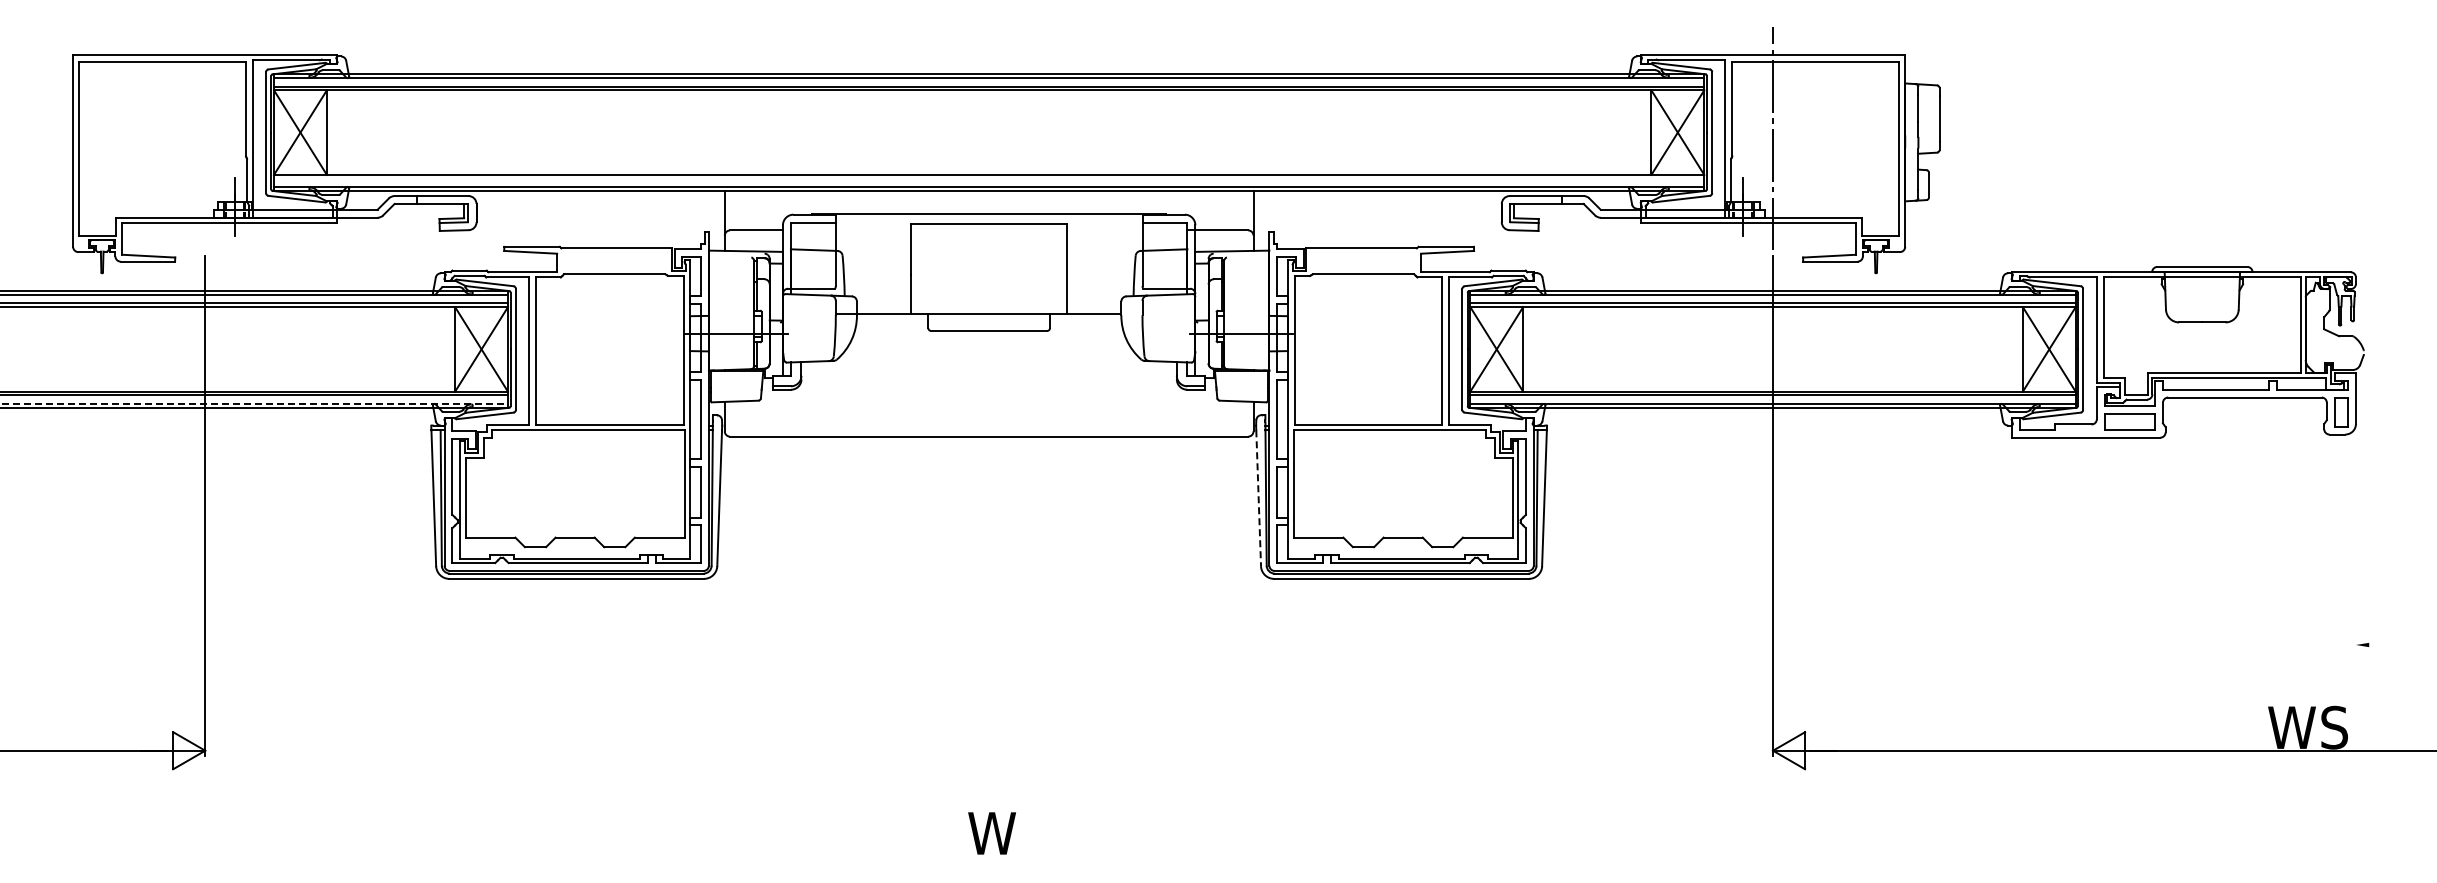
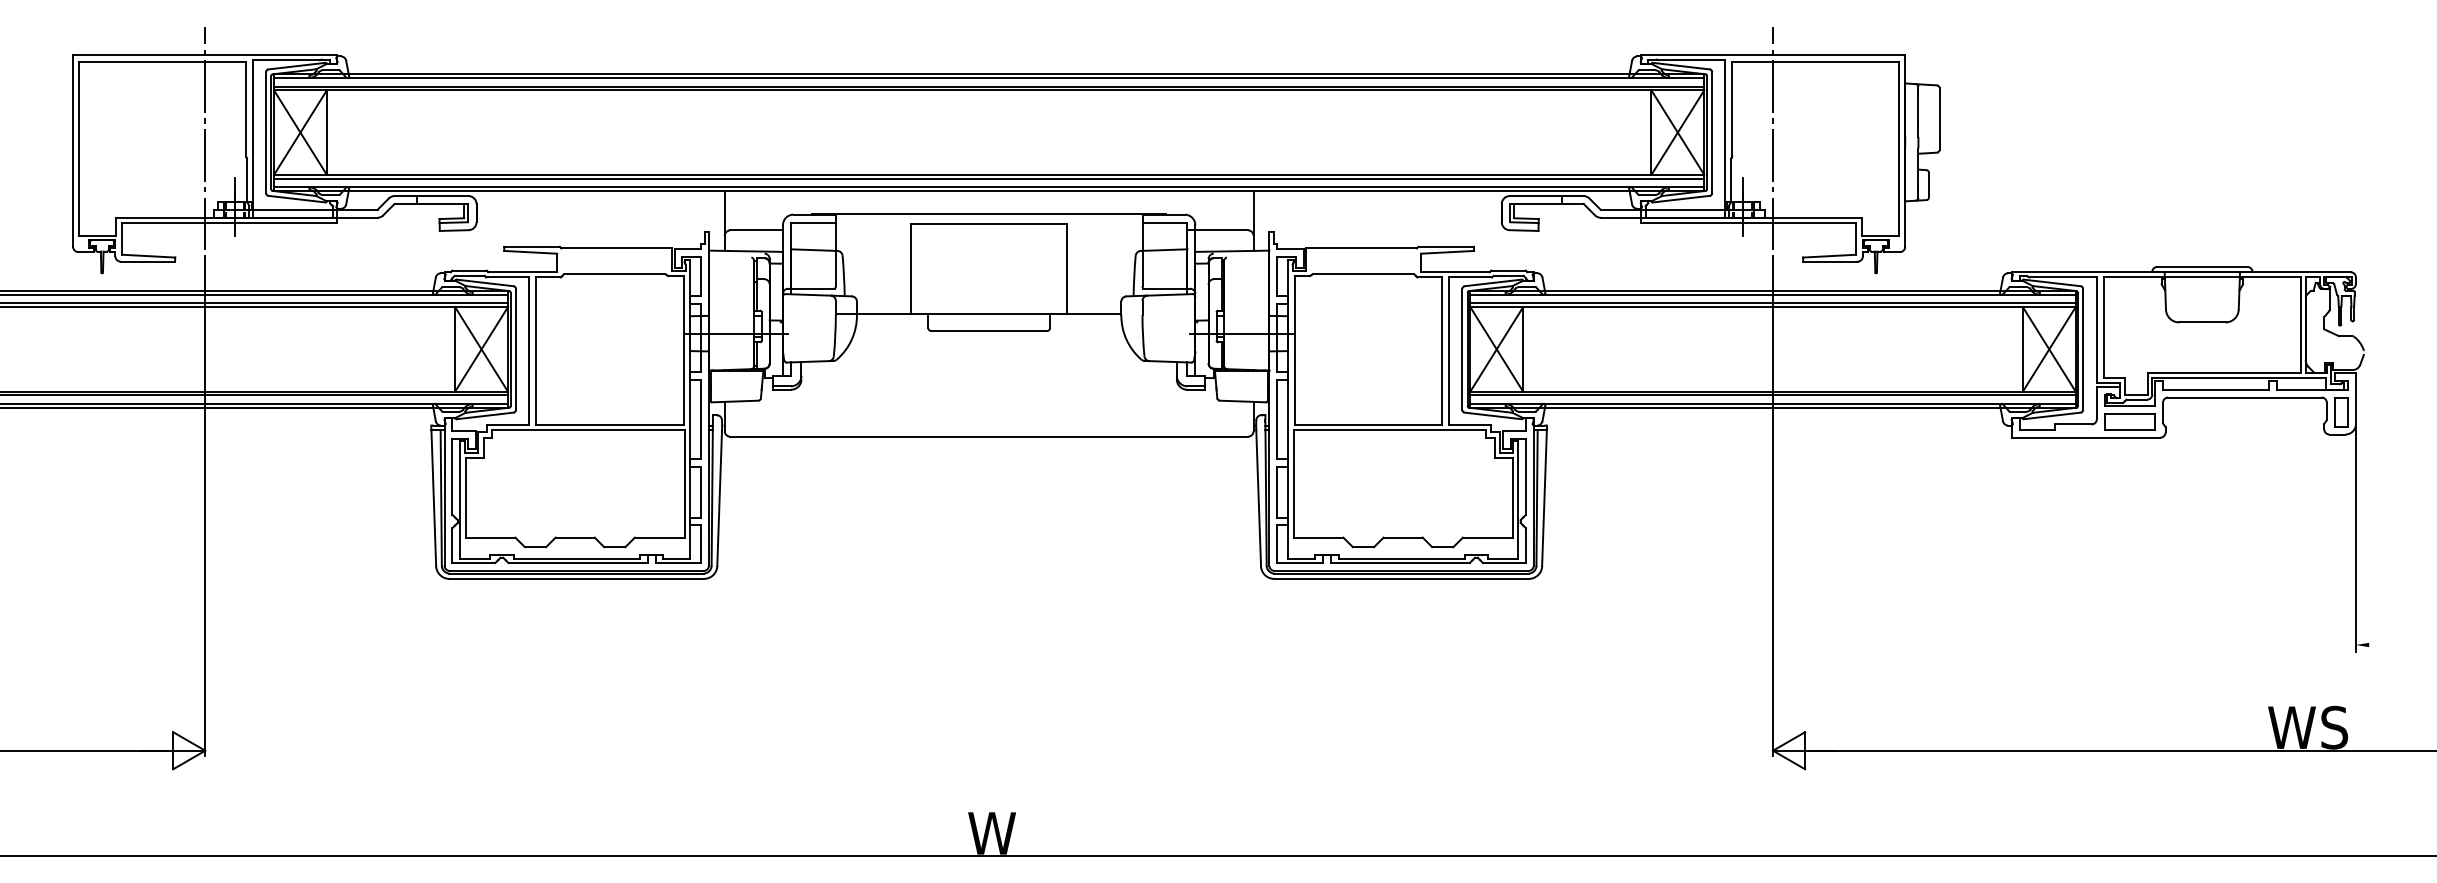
line at (205, 138): none -> present
line at (989, 178): none -> present
line at (254, 403): dashed -> solid
line at (1258, 498): dashed -> solid
line at (2355, 539): none -> present
line at (1217, 856): none -> present
